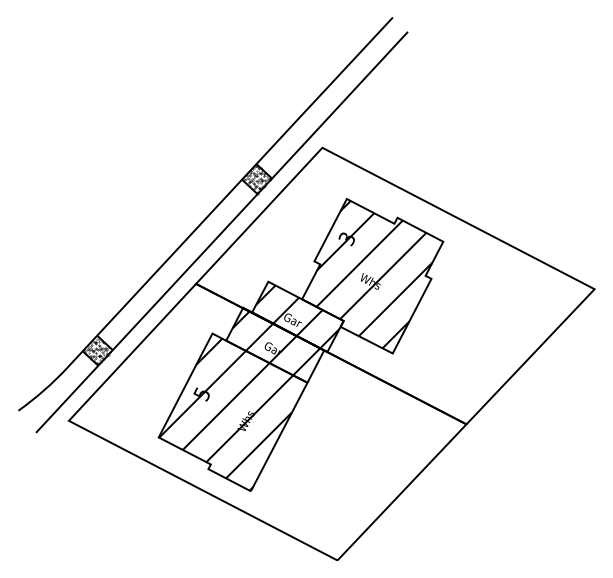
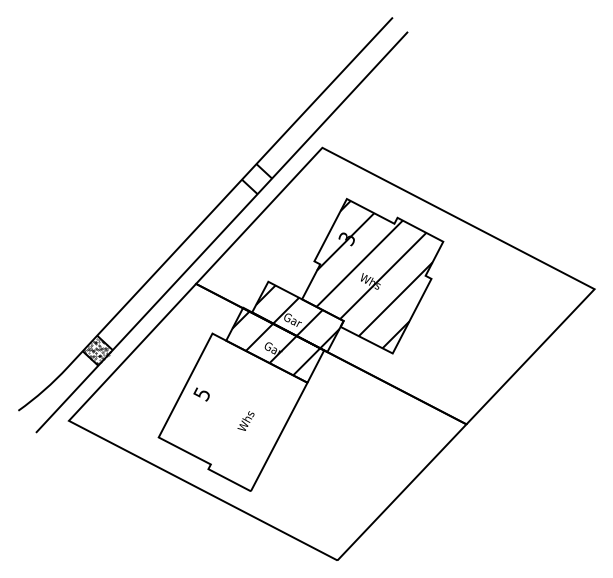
hatch at (256, 179): present -> none
hatch at (226, 414): present -> none
